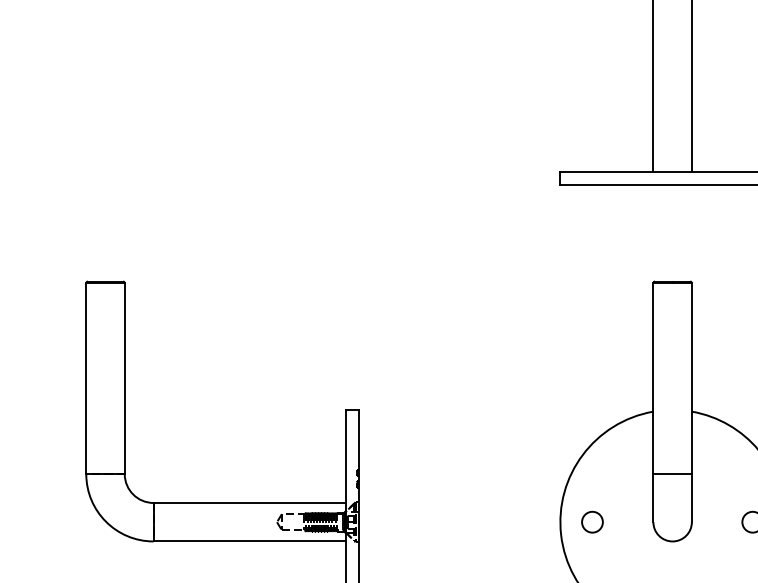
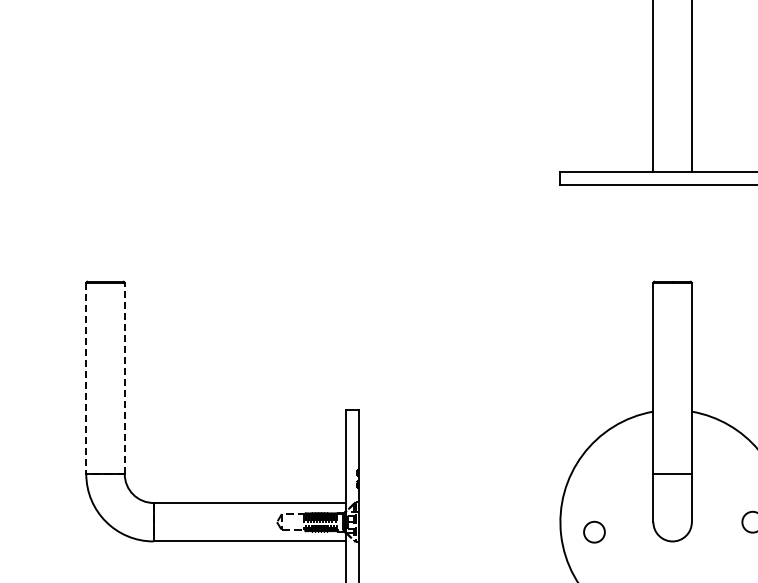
line at (86, 378): solid -> dashed
line at (124, 378): solid -> dashed
circle at (592, 521) position: (592, 521) -> (594, 531)
